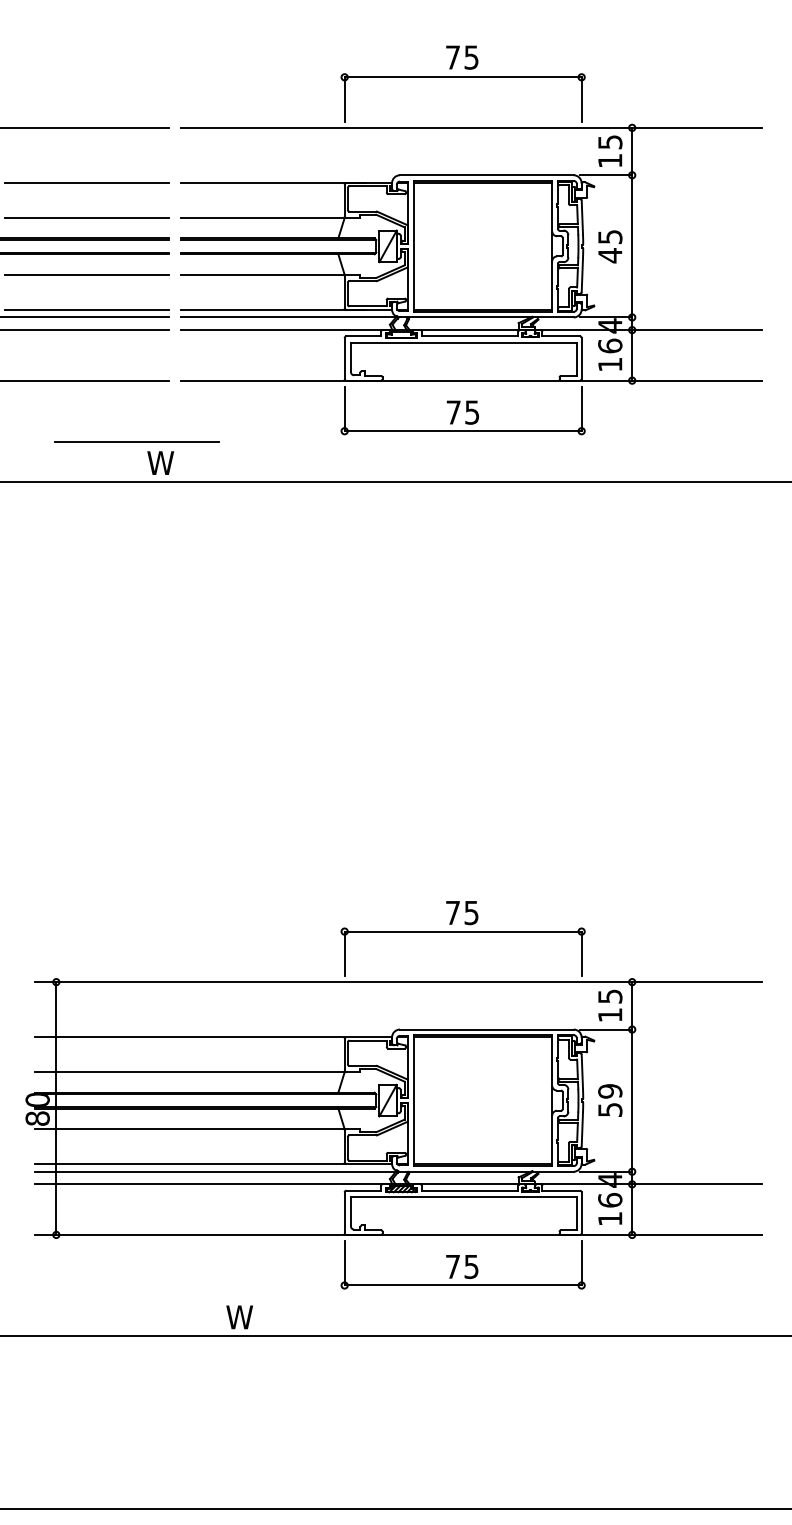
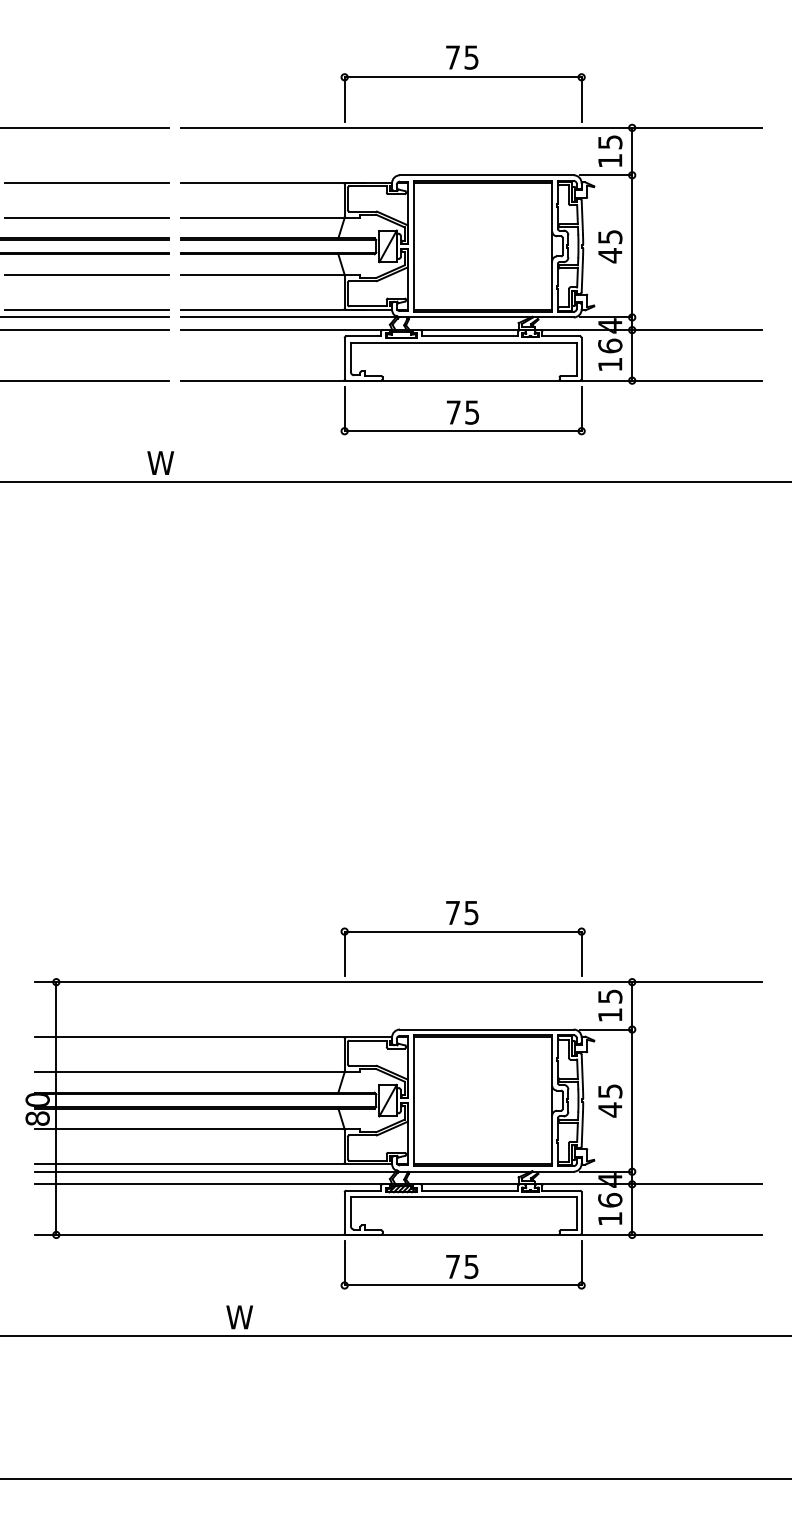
line at (136, 441): present -> none
text at (610, 1100): 59 -> 45
line at (395, 1509) position: (395, 1509) -> (395, 1479)
